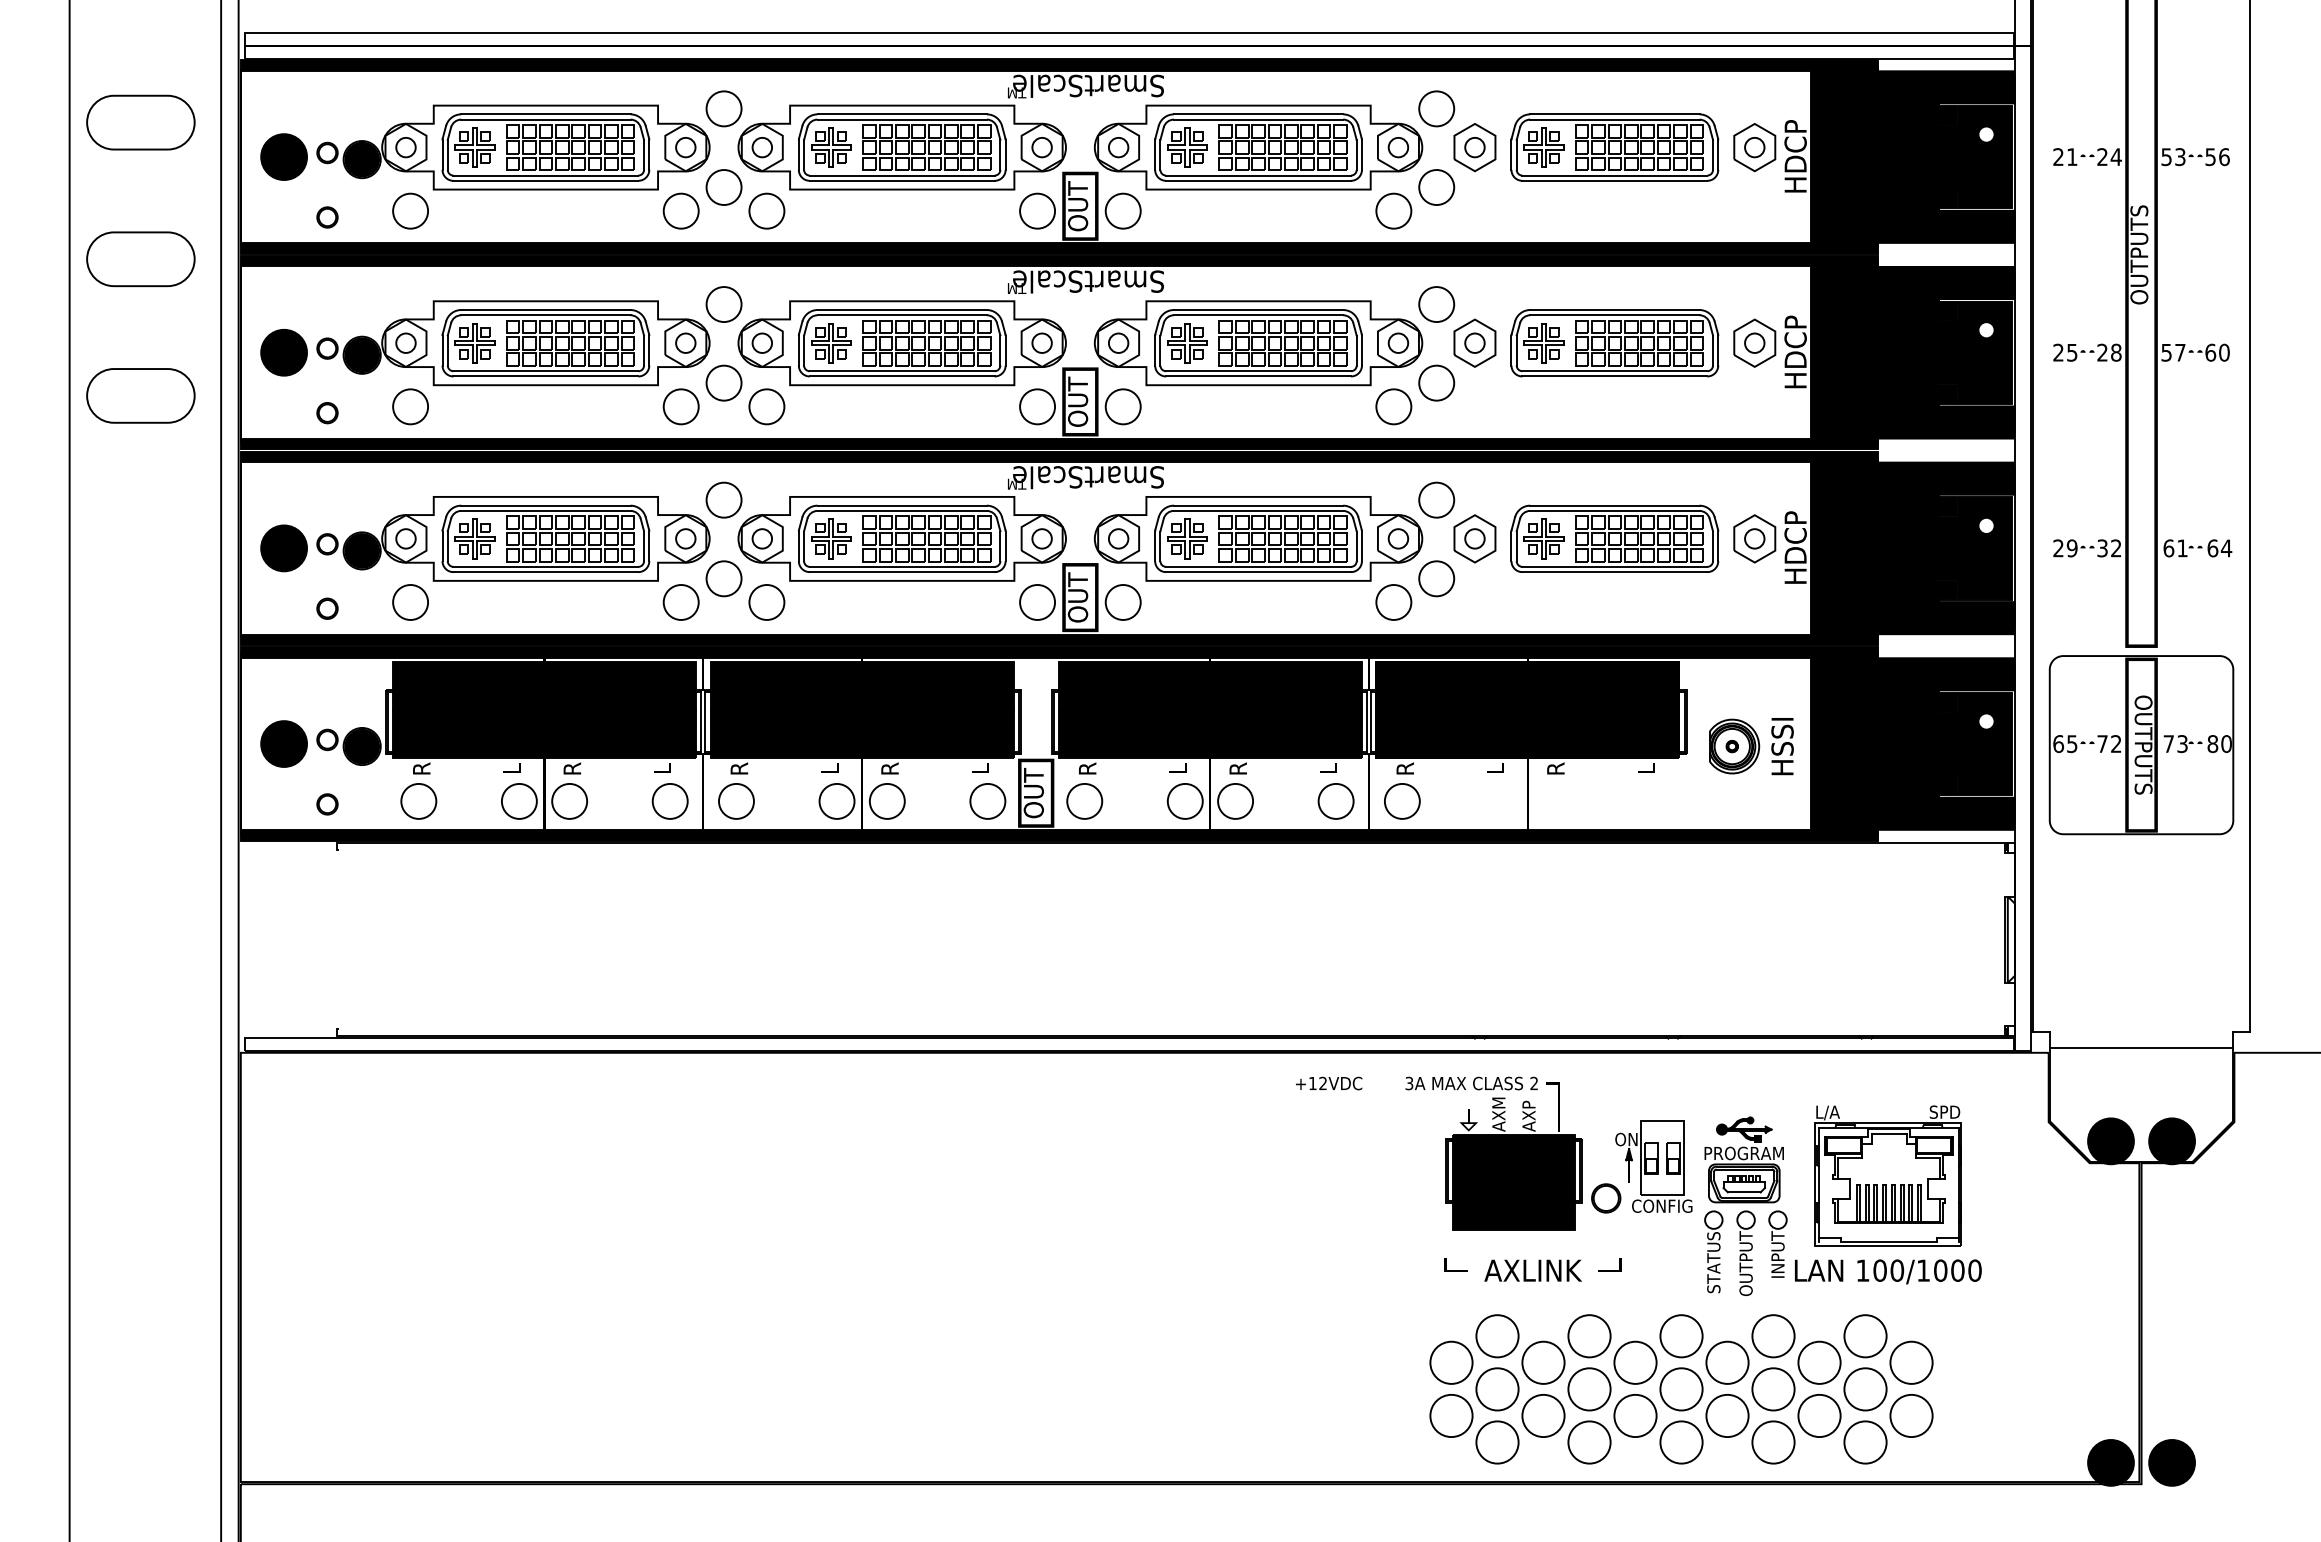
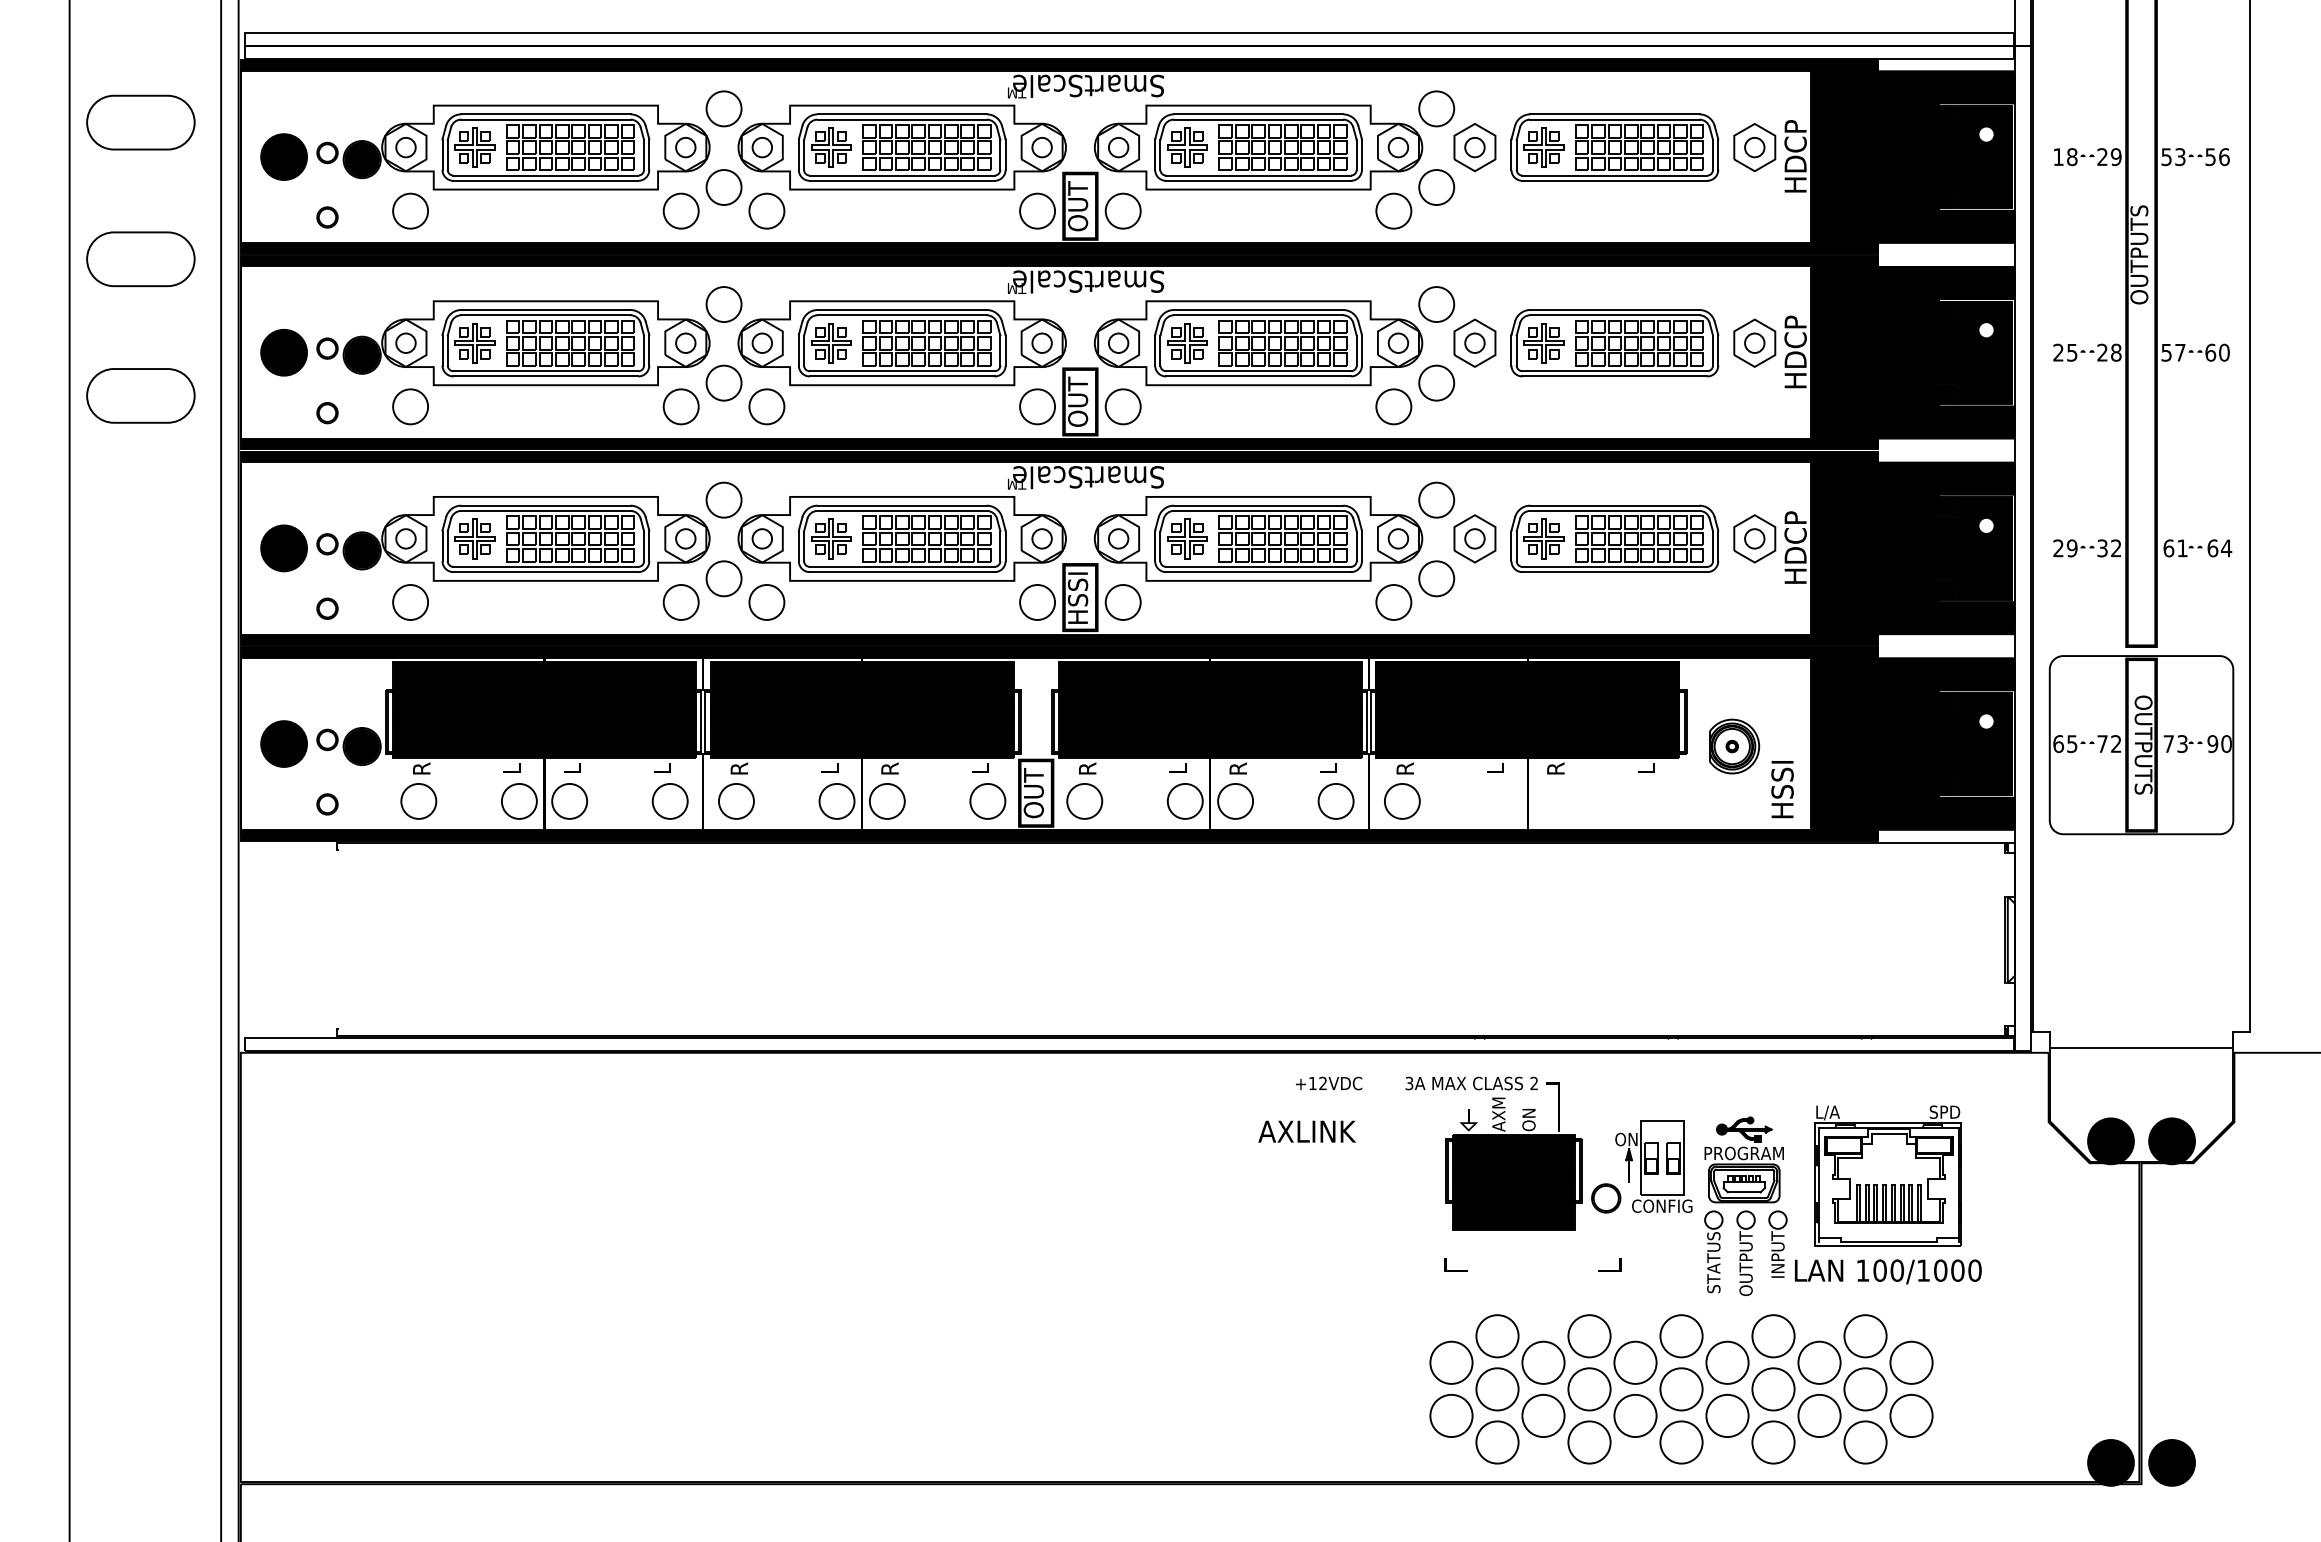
text at (2065, 157): 21 -> 18
text at (2115, 157): 24 -> 29
text at (1077, 597): OUT -> HSSI
text at (2212, 744): 80 -> 90
text at (1782, 746) position: (1782, 746) -> (1782, 789)
text at (572, 768): R -> L
text at (1528, 1115): AXP -> ON
text at (1532, 1270) position: (1532, 1270) -> (1306, 1131)
